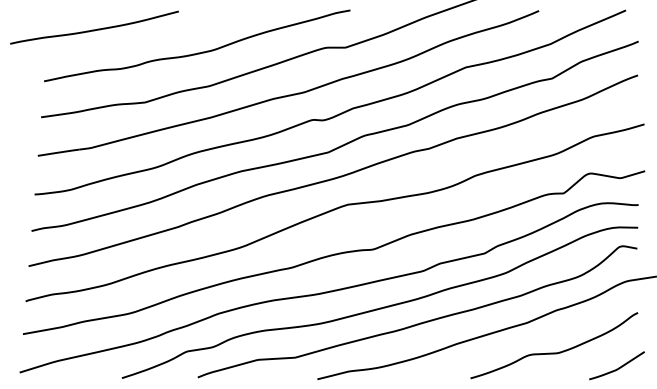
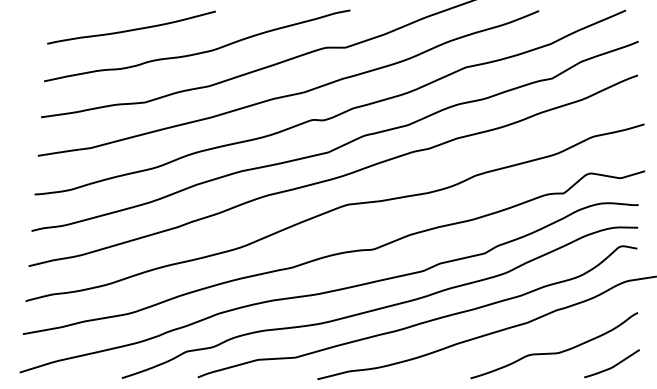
curve at (94, 29) position: (94, 29) -> (131, 29)
curve at (618, 367) position: (618, 367) -> (613, 365)
